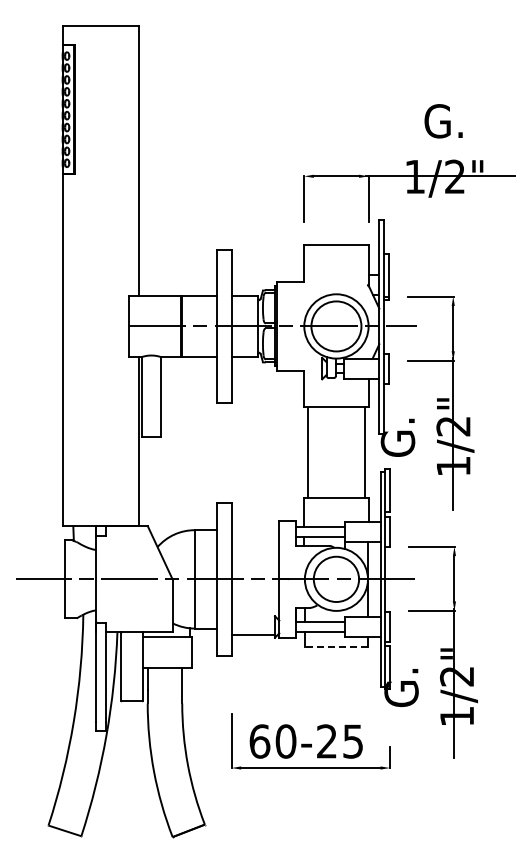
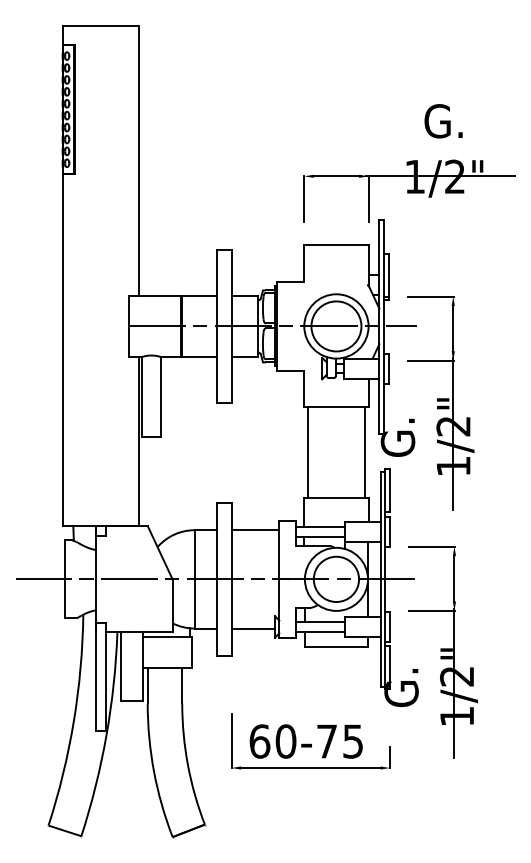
line at (255, 530): none -> present
line at (252, 634) position: (252, 634) -> (252, 628)
line at (336, 647): dashed -> solid
text at (326, 741): 60-25 -> 60-75
